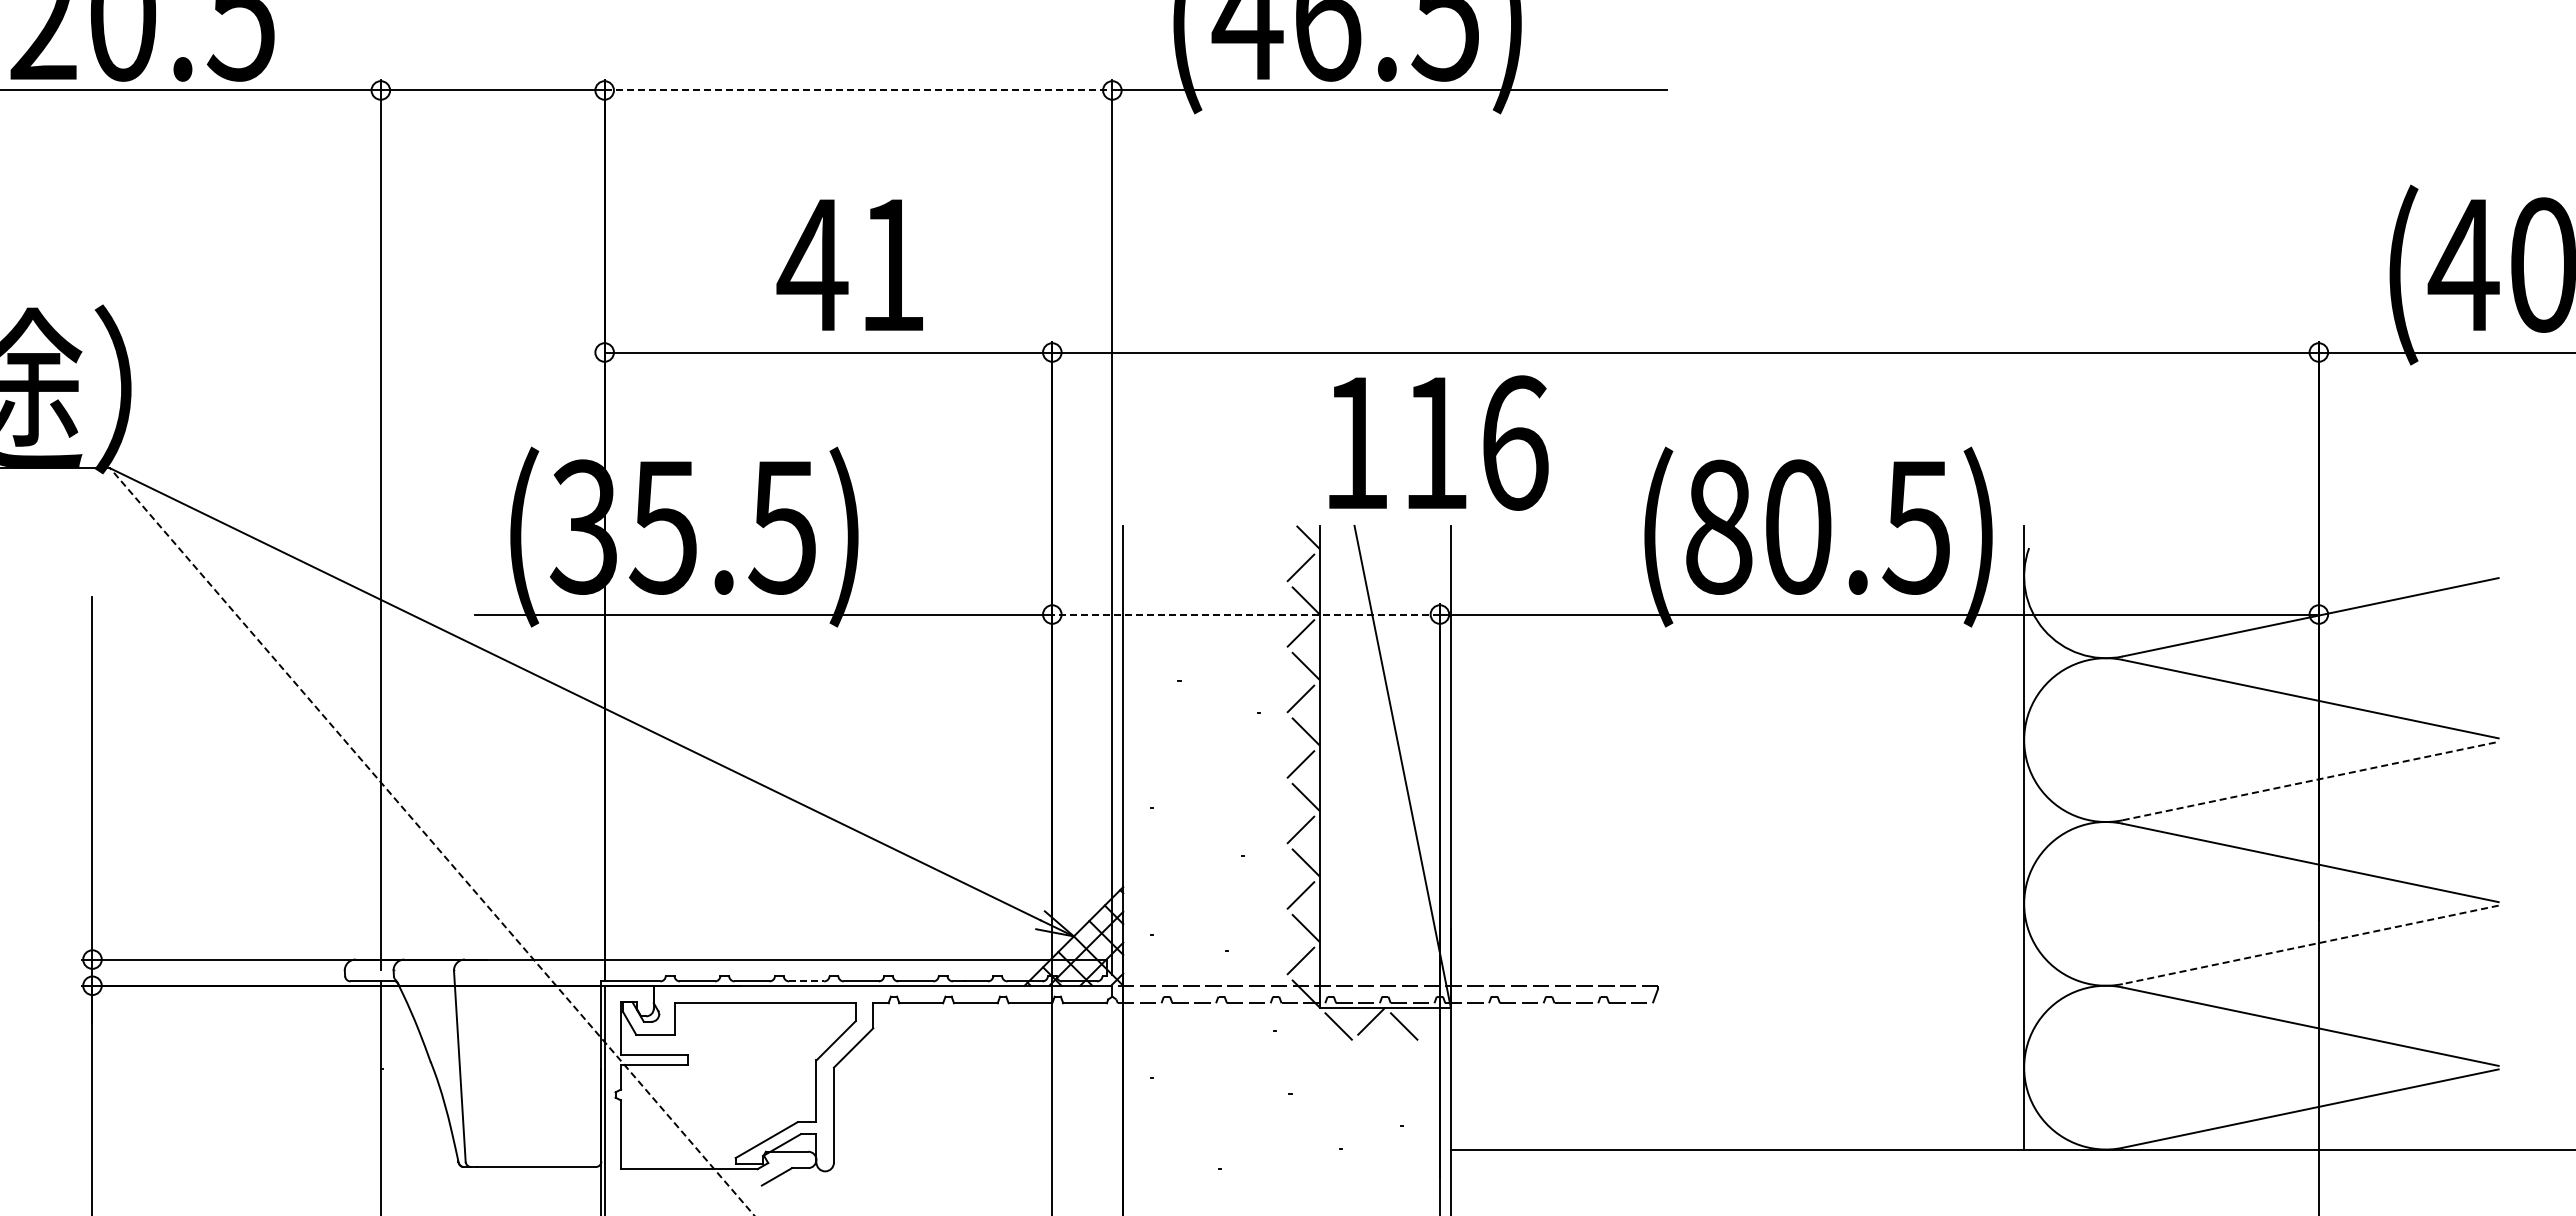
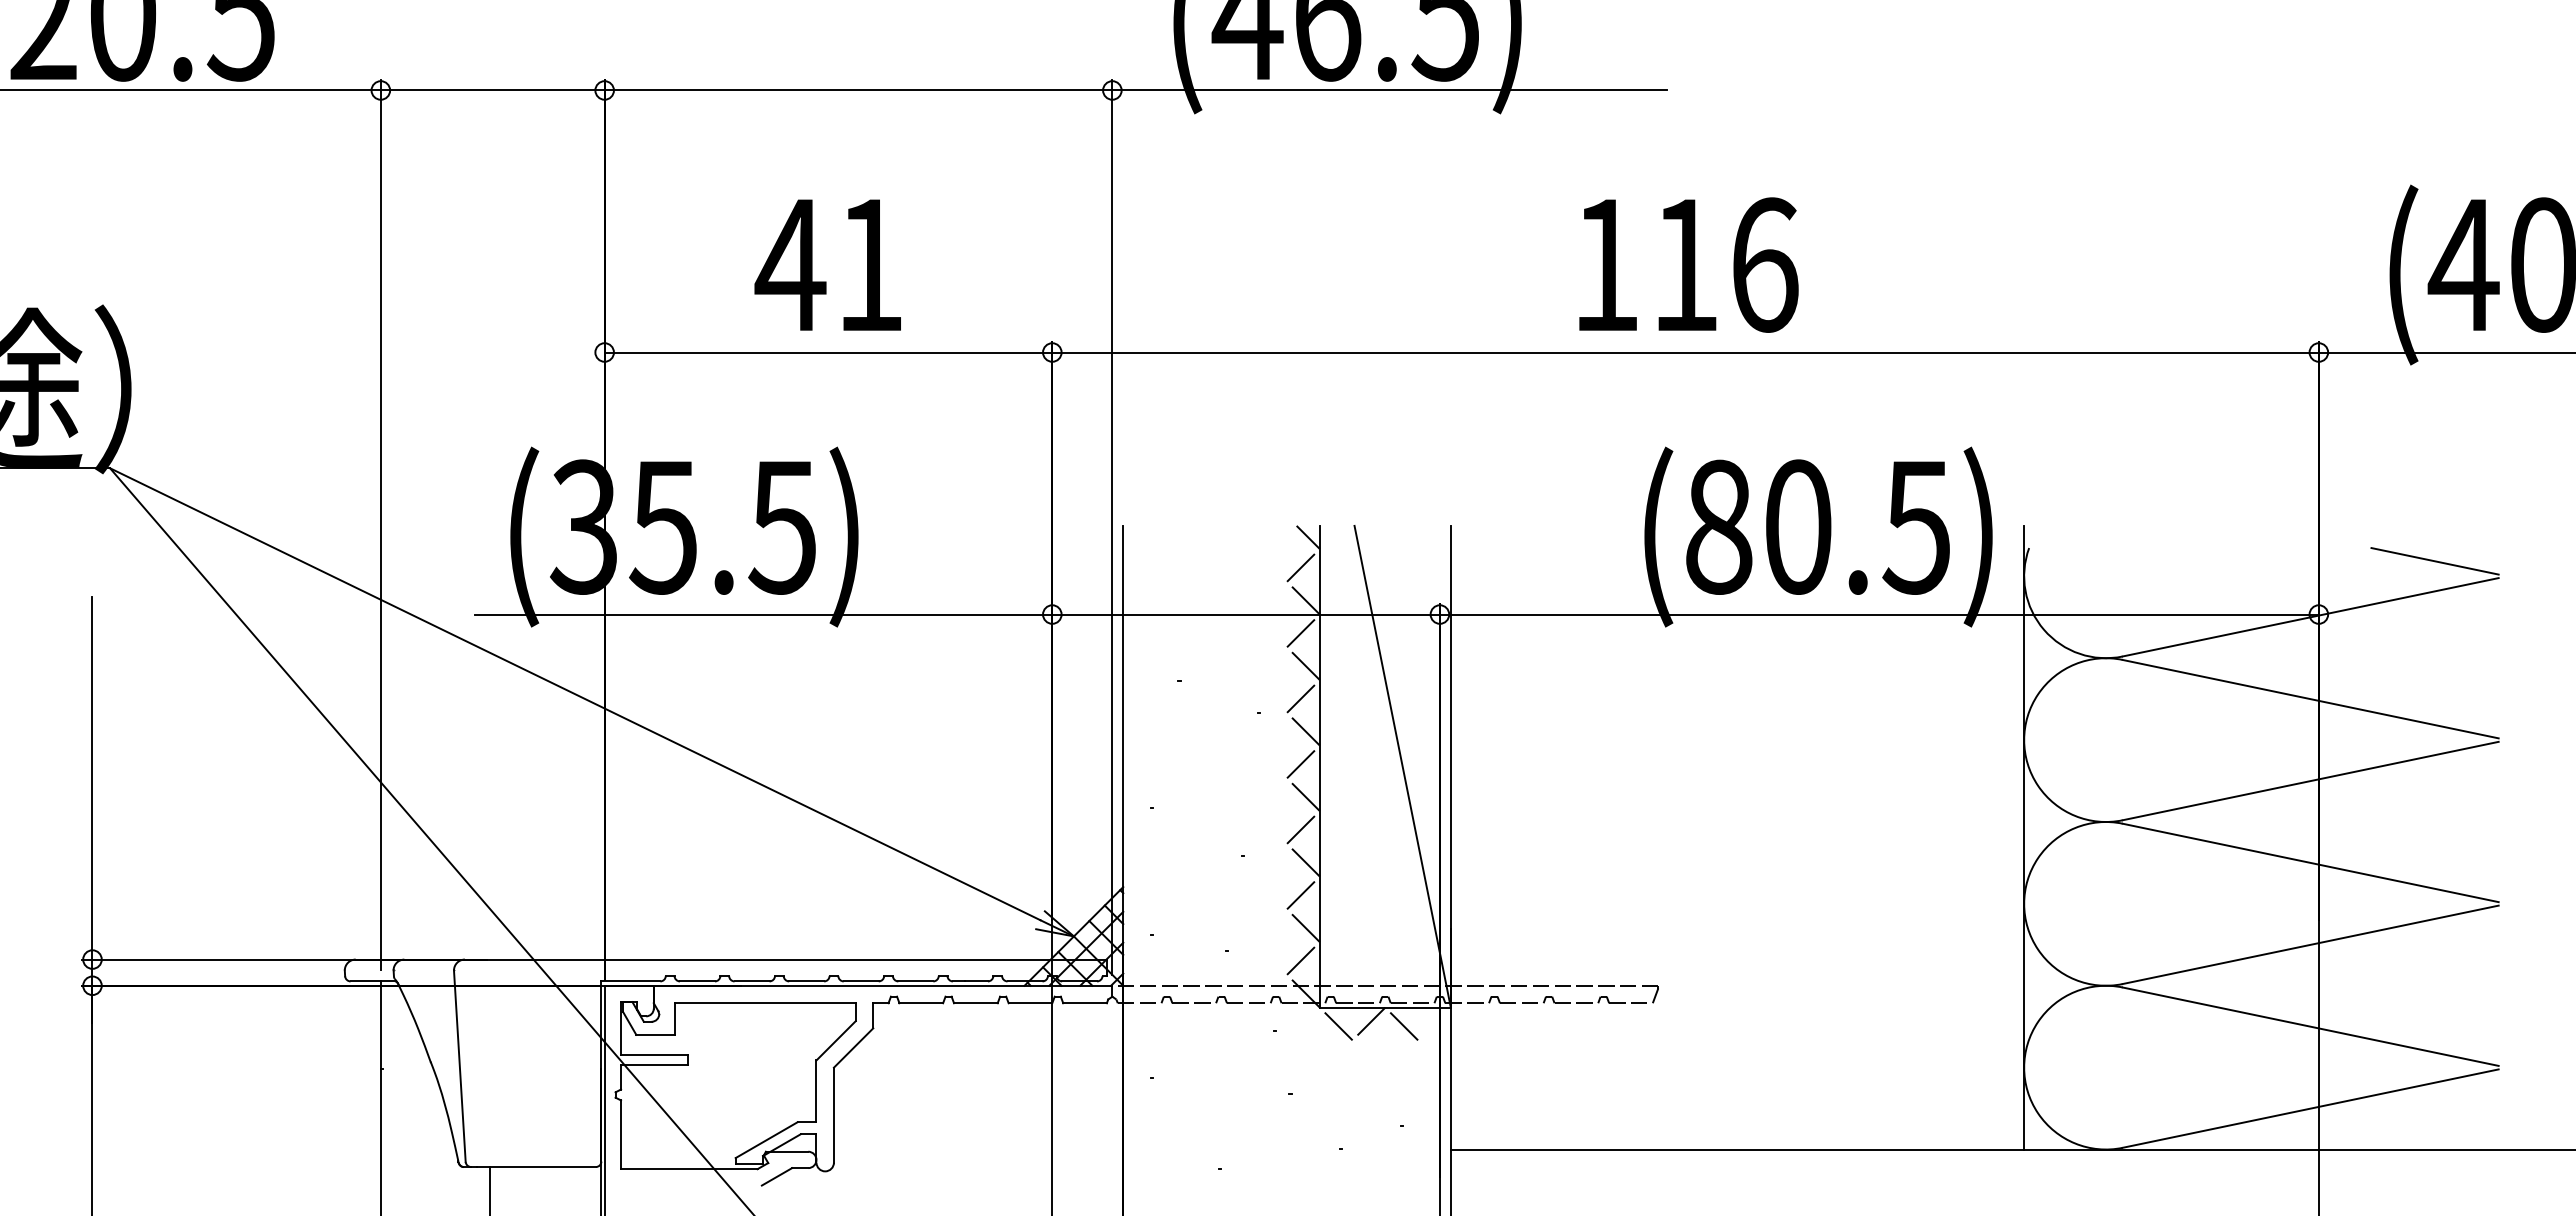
line at (858, 90): dashed -> solid
text at (849, 264) position: (849, 264) -> (827, 264)
text at (1438, 442) position: (1438, 442) -> (1688, 264)
line at (2434, 561): none -> present
line at (1246, 614): dashed -> solid
line at (2311, 780): dashed -> solid
line at (431, 841): dashed -> solid
line at (2310, 944): dashed -> solid
line at (807, 981): dashed -> solid
line at (490, 1189): none -> present
